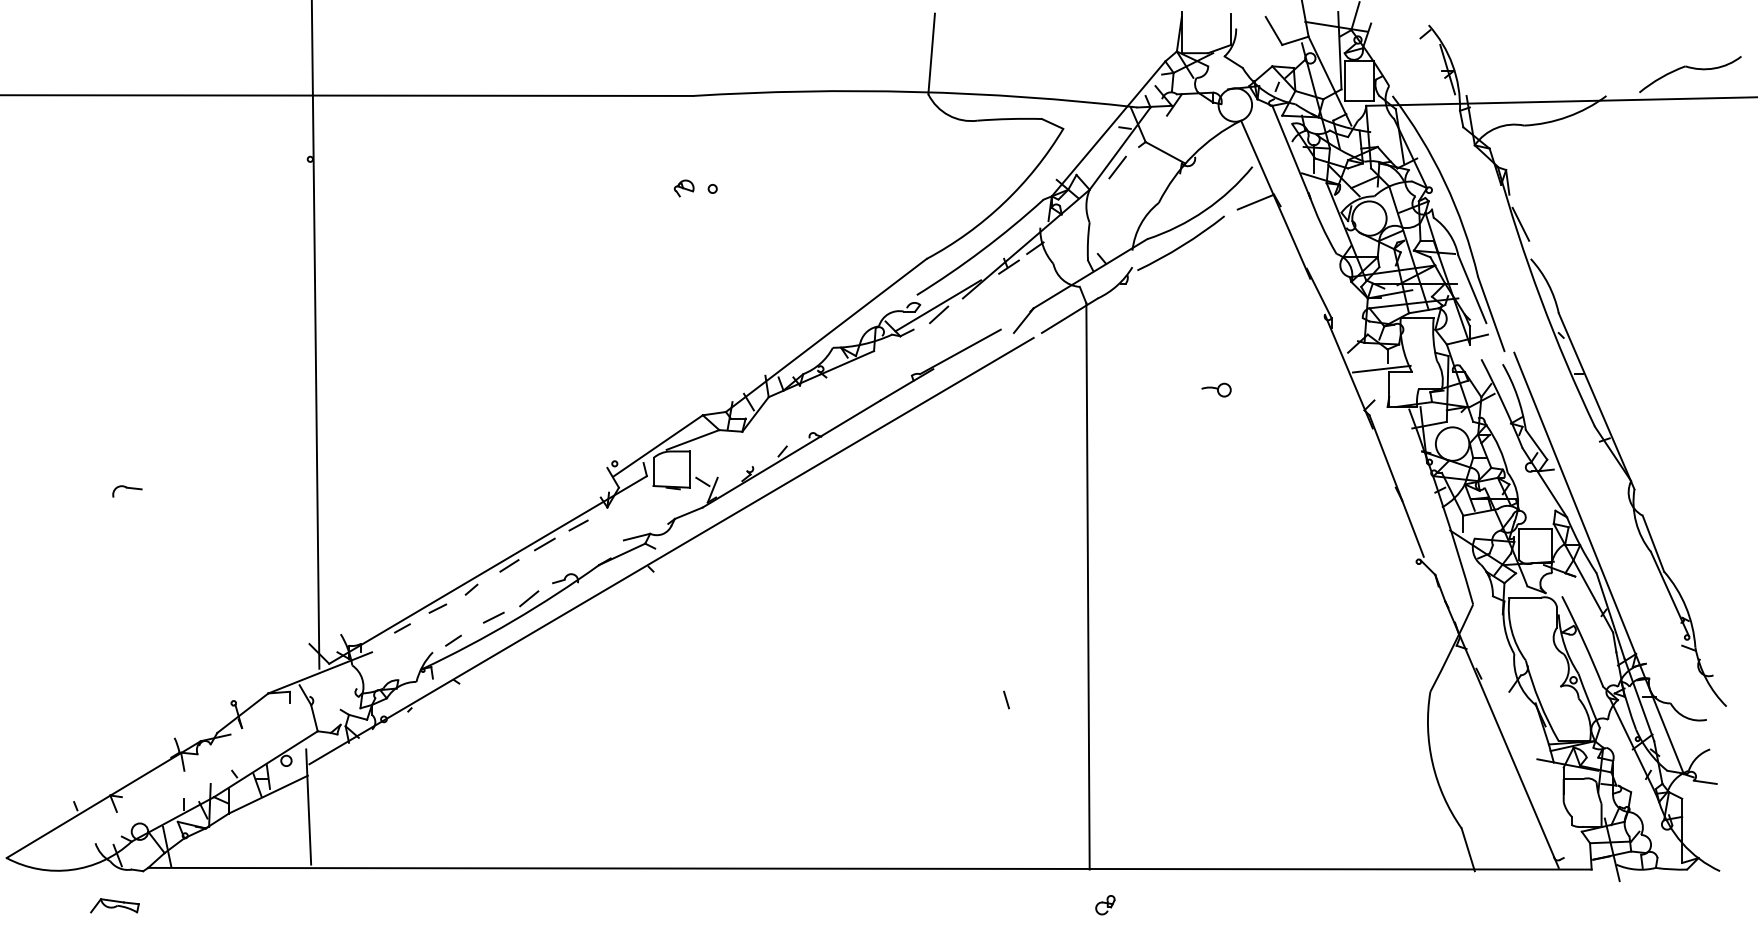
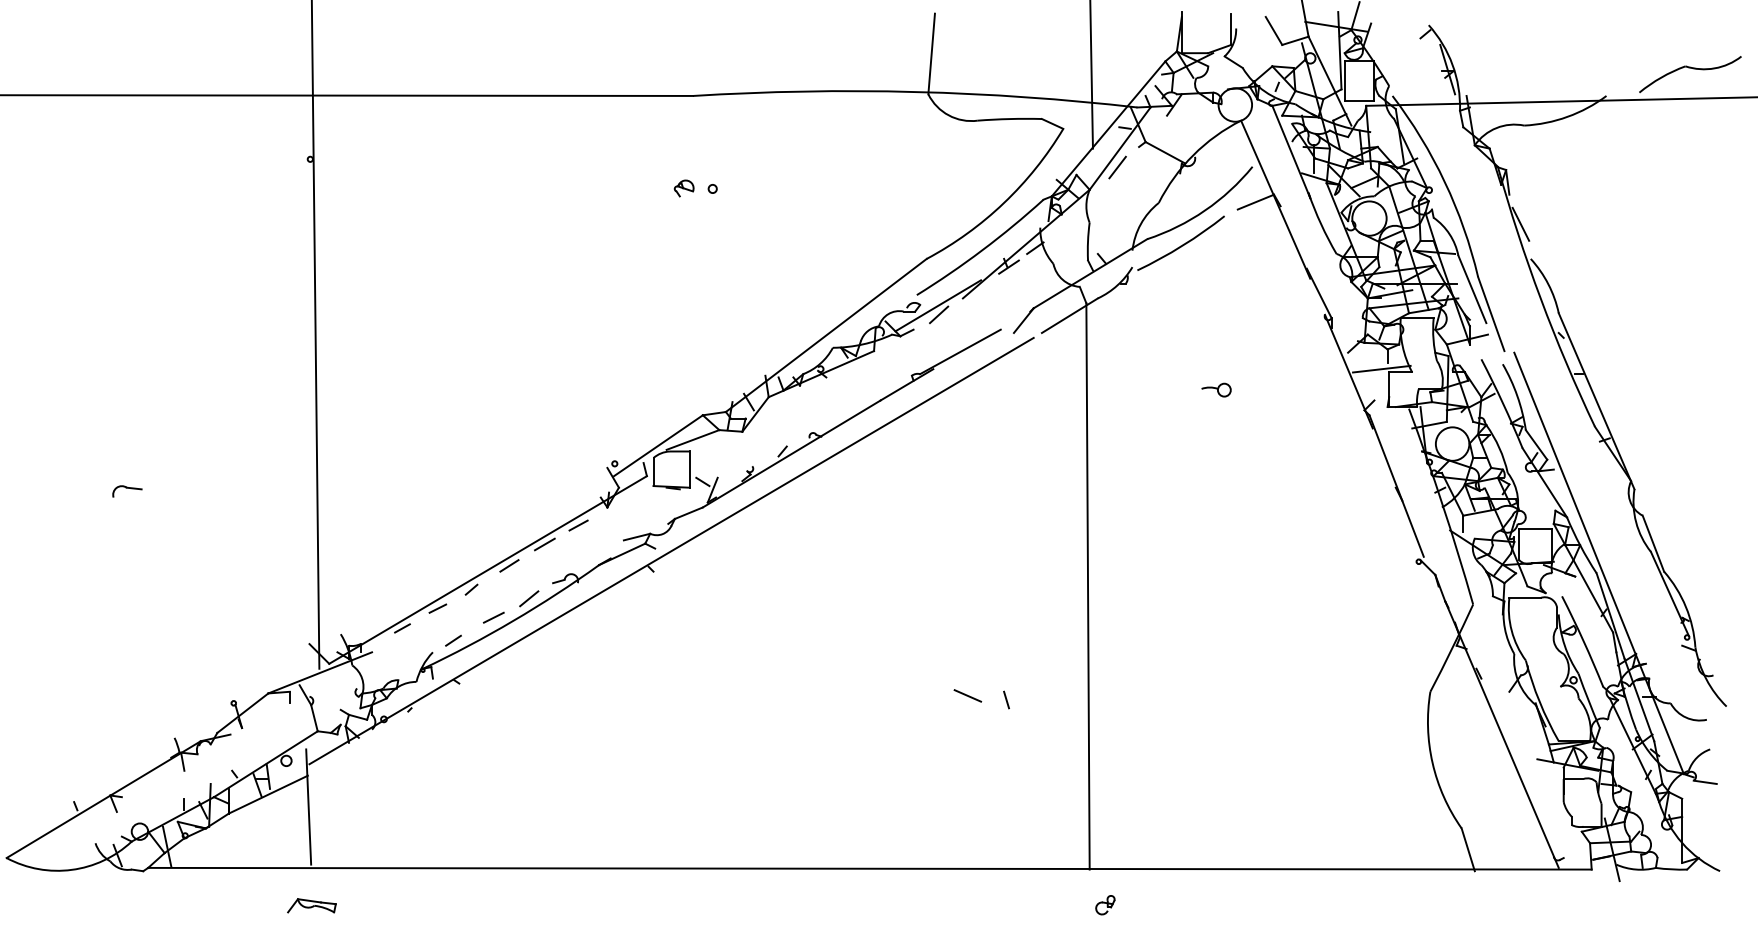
line at (1091, 75): none -> present
line at (967, 695): none -> present
part at (114, 905) position: (114, 905) -> (311, 905)
